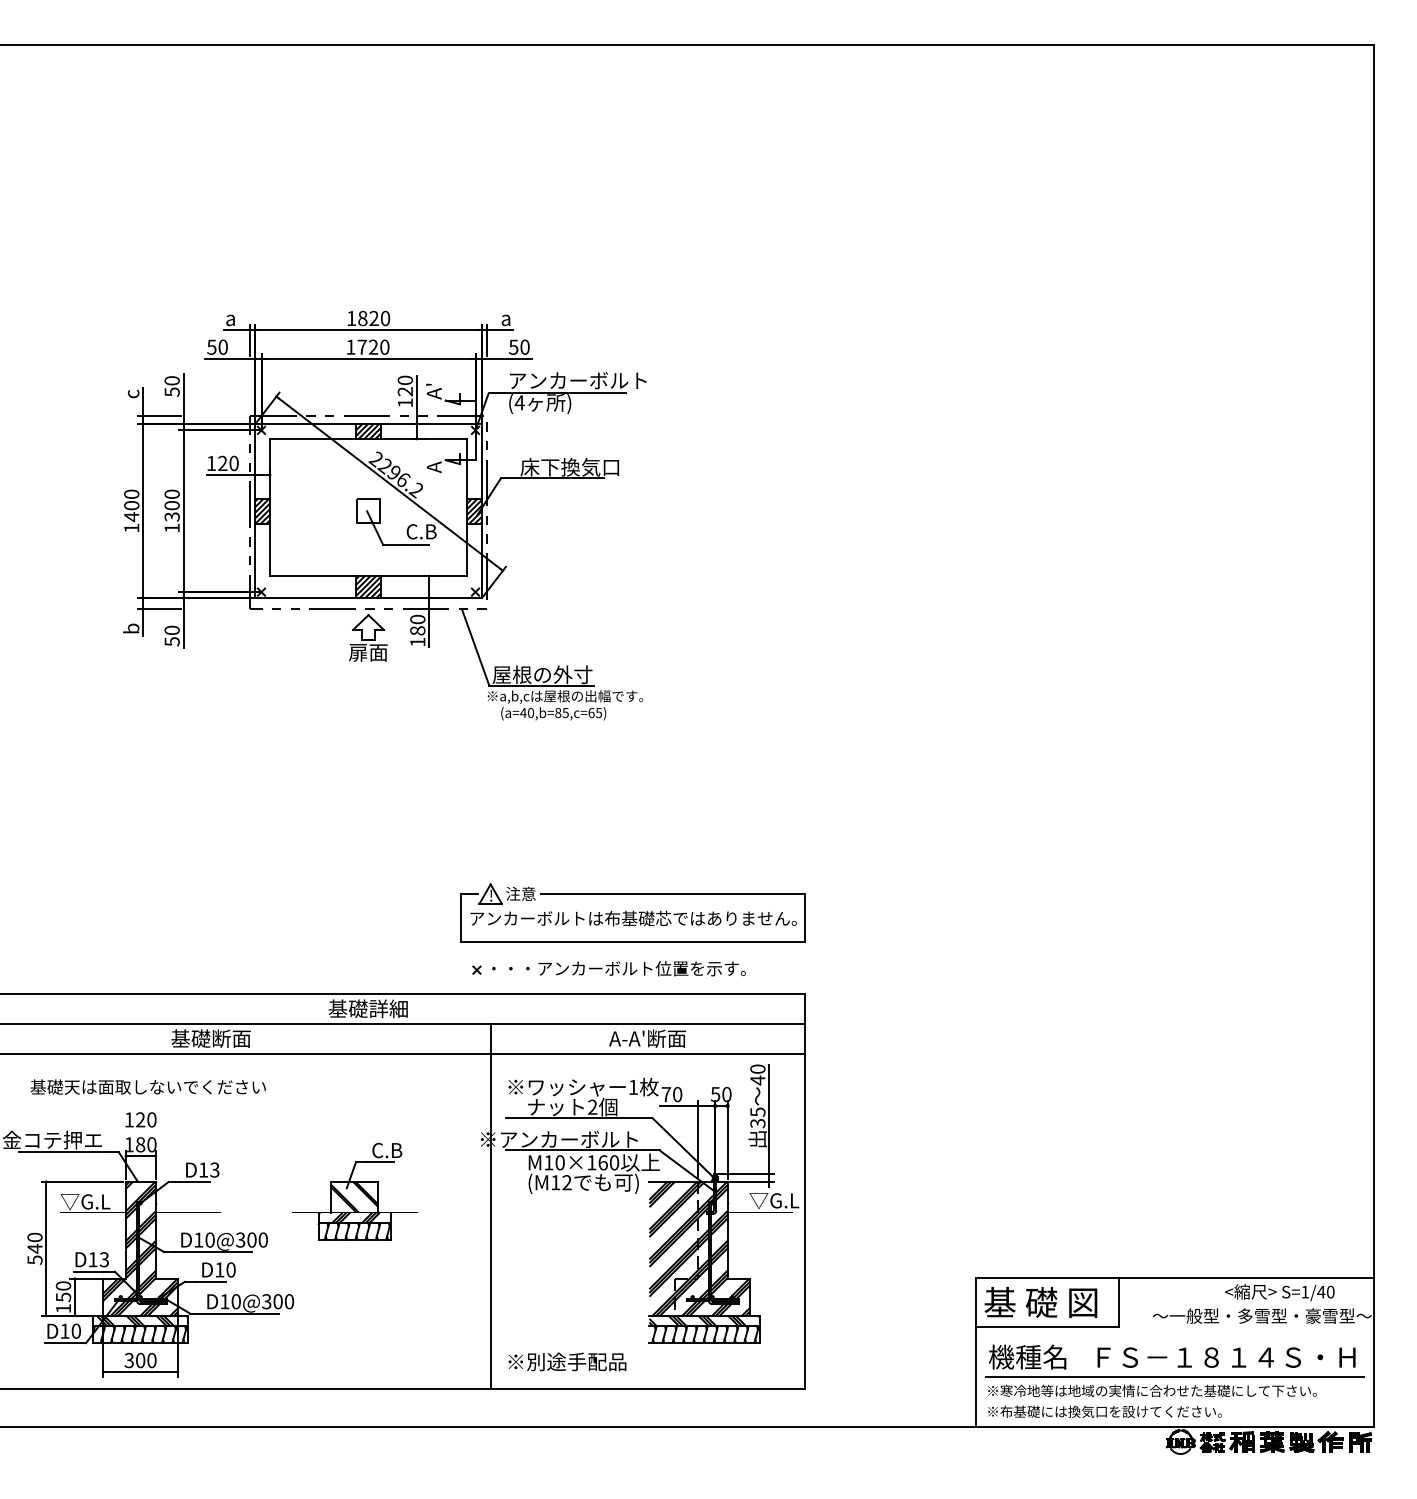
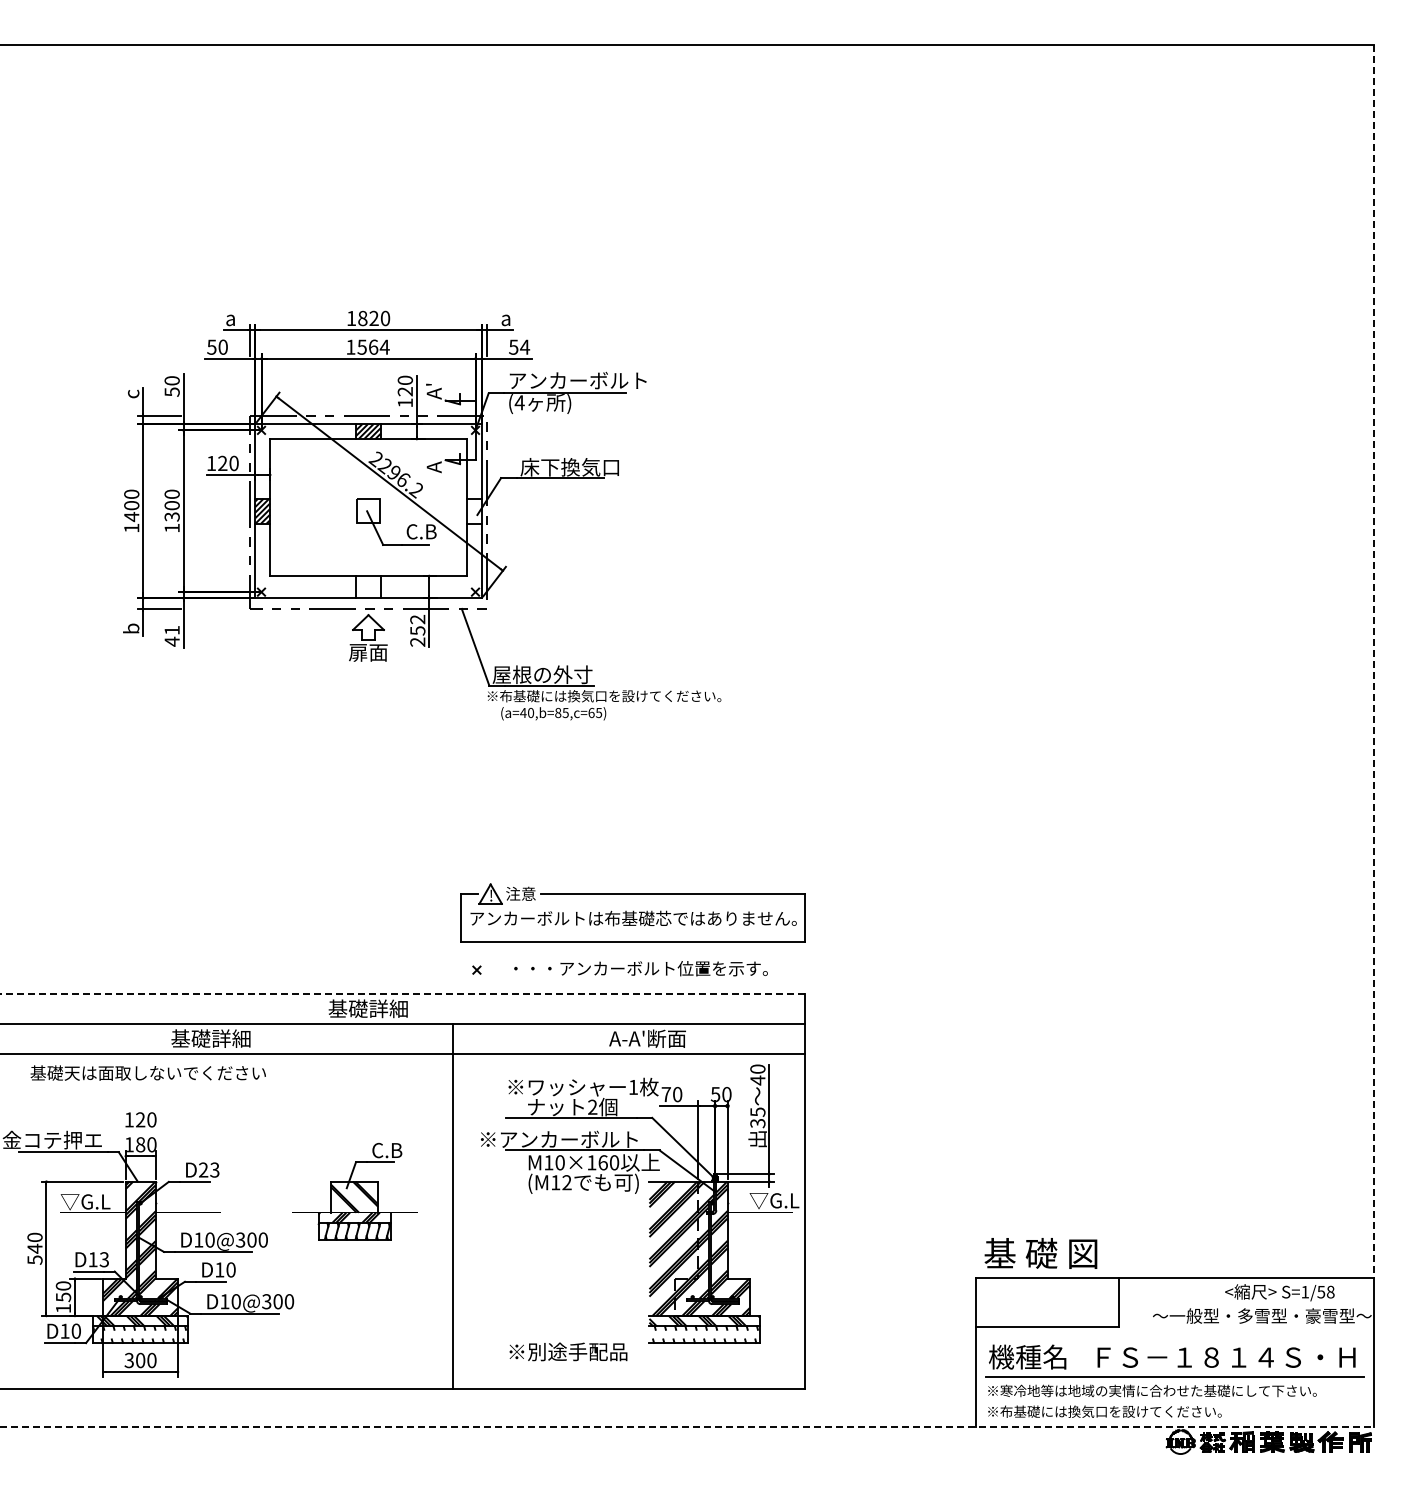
text at (373, 346): 1720 -> 1564
text at (525, 346): 50 -> 54
hatch at (473, 510): present -> none
hatch at (368, 586): present -> none
text at (417, 630): 180 -> 252
text at (171, 635): 50 -> 41
line at (1374, 661): solid -> dashed
text at (610, 696): ※a,b,cは屋根の出幅です。 -> ※布基礎には換気口を設けてください。
text at (618, 968) position: (618, 968) -> (640, 968)
line at (402, 994): solid -> dashed
text at (231, 1038): 基礎断面 -> 基礎詳細
text at (147, 1086) position: (147, 1086) -> (147, 1072)
text at (203, 1169): D13 -> D23
line at (490, 1206) position: (490, 1206) -> (452, 1206)
text at (1325, 1292): S=1/40 -> S=1/58
text at (1040, 1302) position: (1040, 1302) -> (1040, 1253)
hatch at (139, 1334): present -> none
hatch at (705, 1334): present -> none
text at (567, 1361) position: (567, 1361) -> (568, 1351)
line at (687, 1426): solid -> dashed
